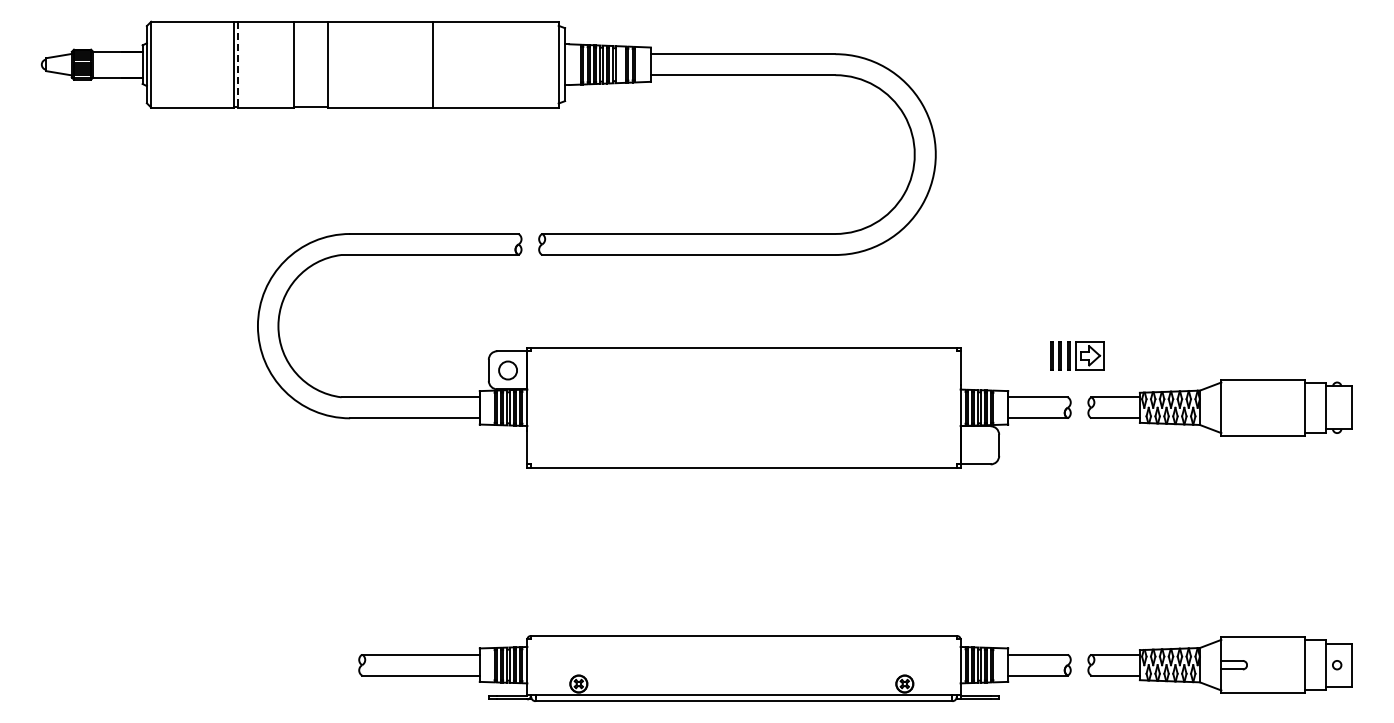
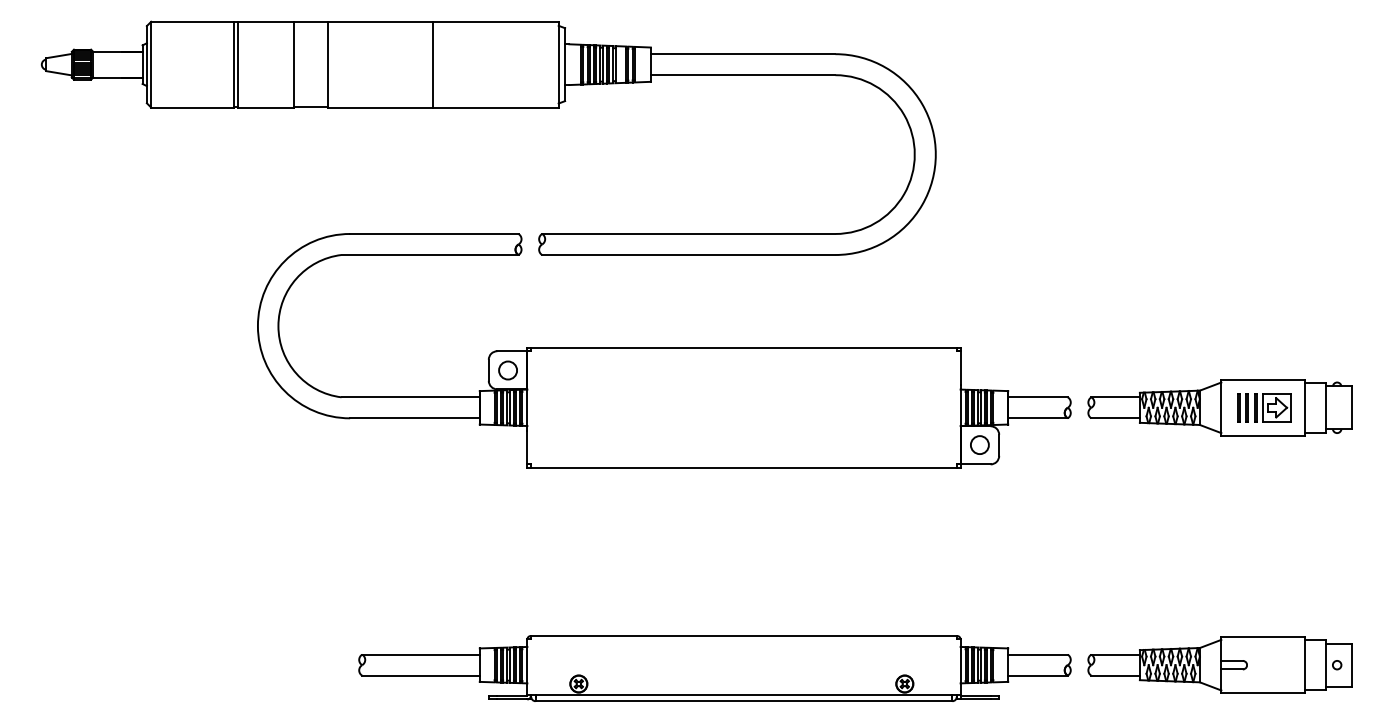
line at (238, 64): dashed -> solid
part at (1077, 355) position: (1077, 355) -> (1264, 407)
circle at (979, 444): none -> present
